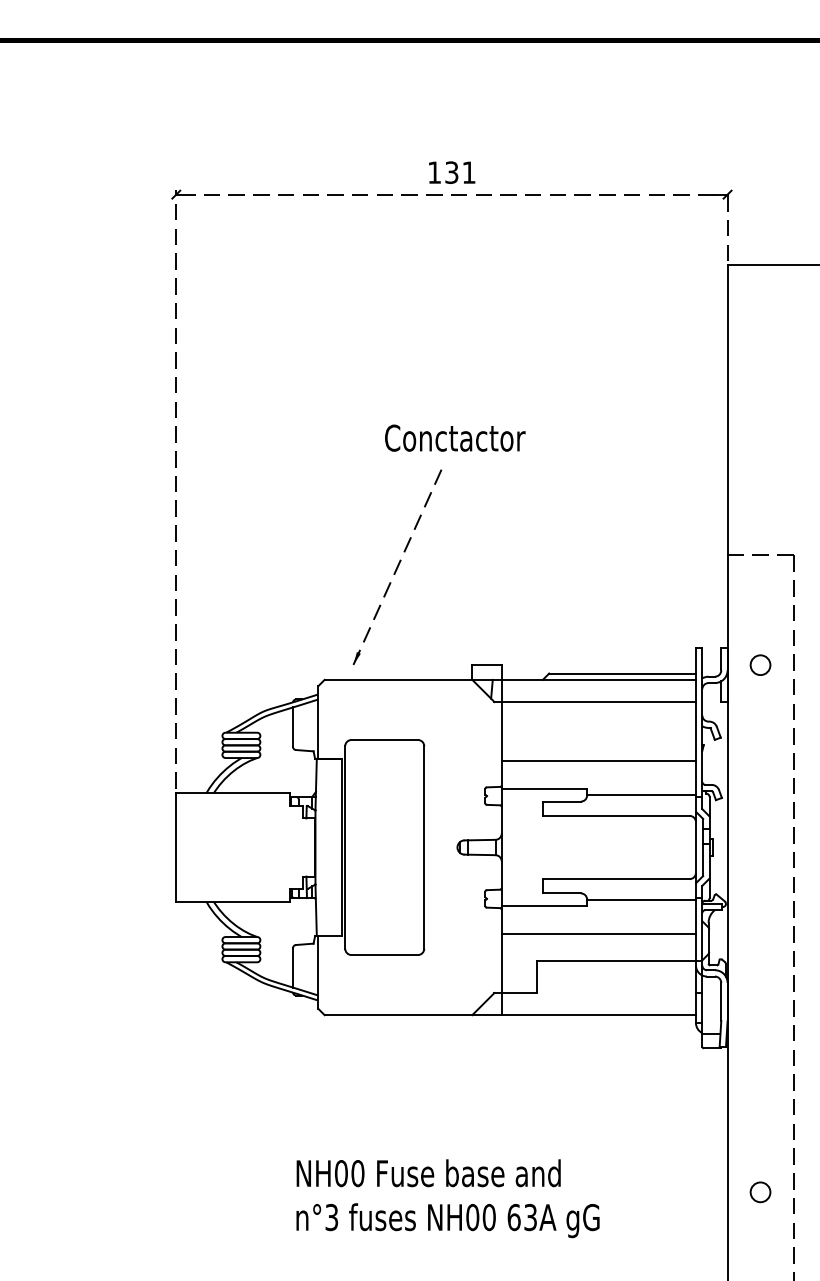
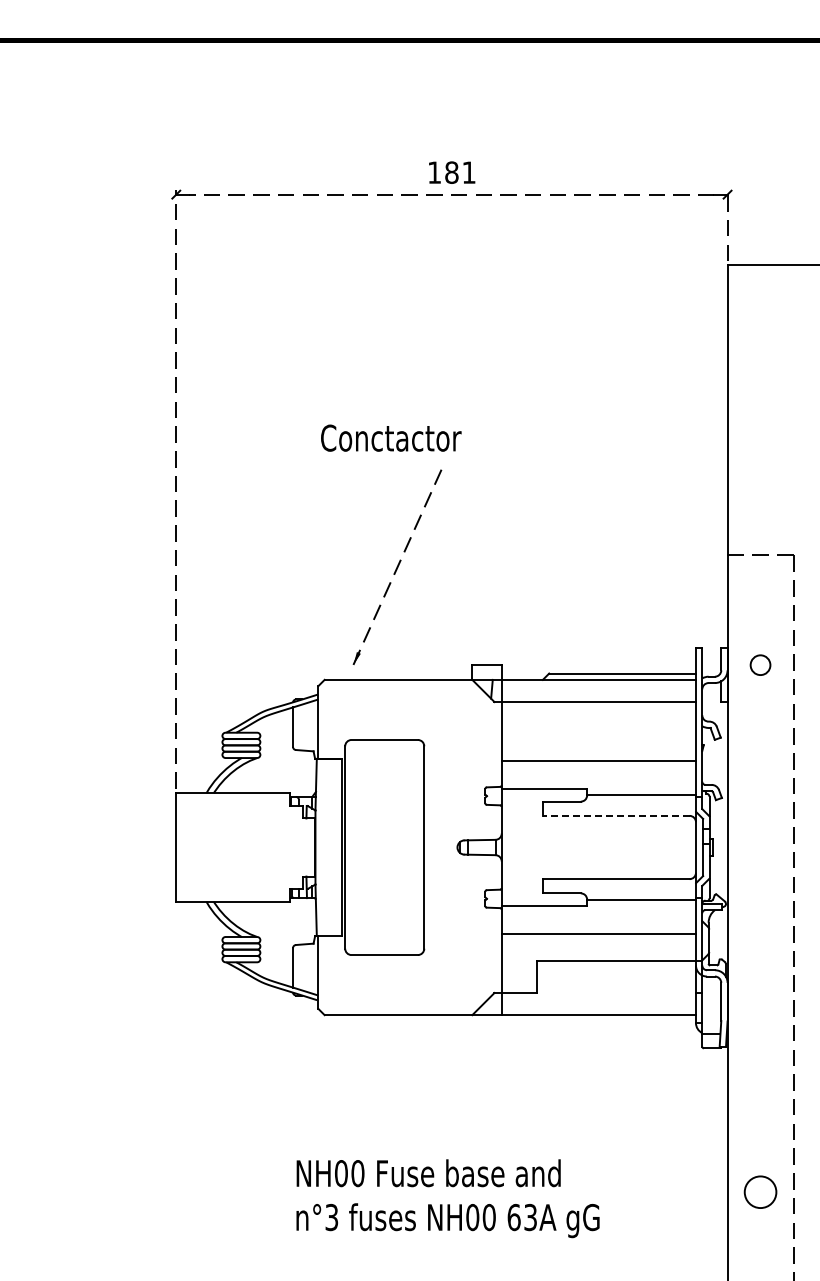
text at (451, 172): 131 -> 181
text at (455, 437) position: (455, 437) -> (391, 437)
line at (615, 815): solid -> dashed
circle at (760, 1192) size: 23x23 px -> 35x34 px
